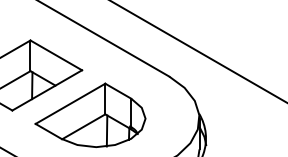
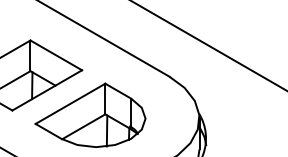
line at (198, 51) position: (198, 51) -> (208, 45)
